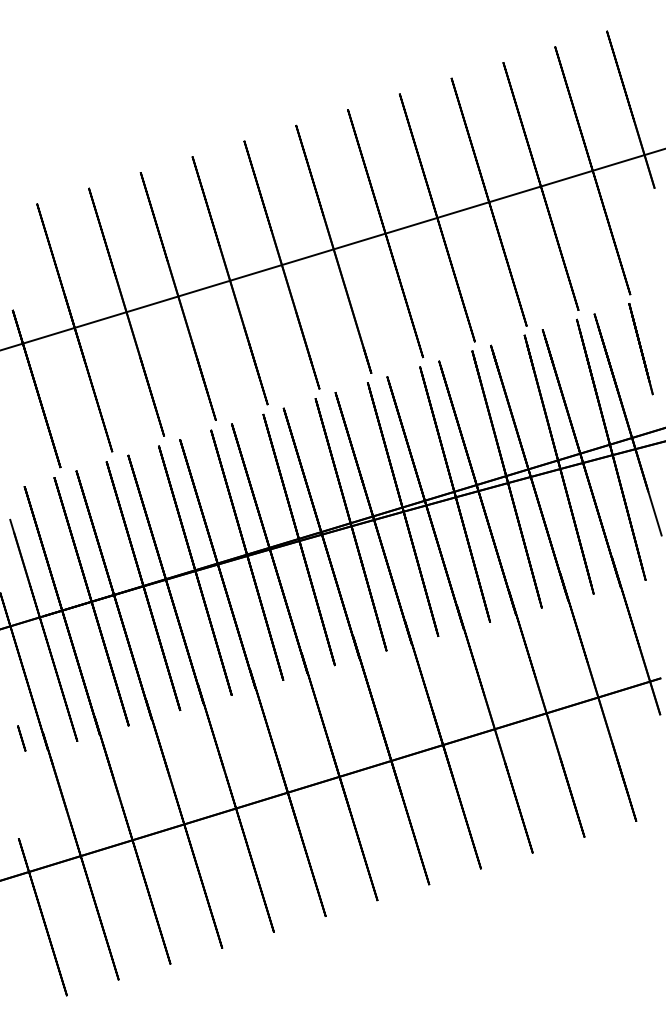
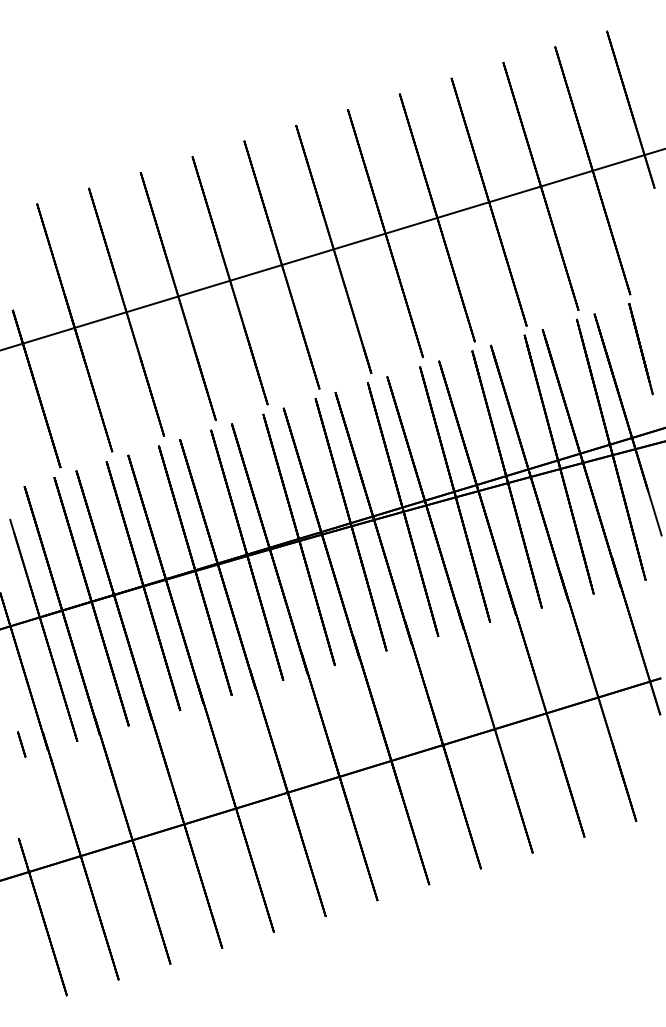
line at (21, 738) position: (21, 738) -> (21, 744)
